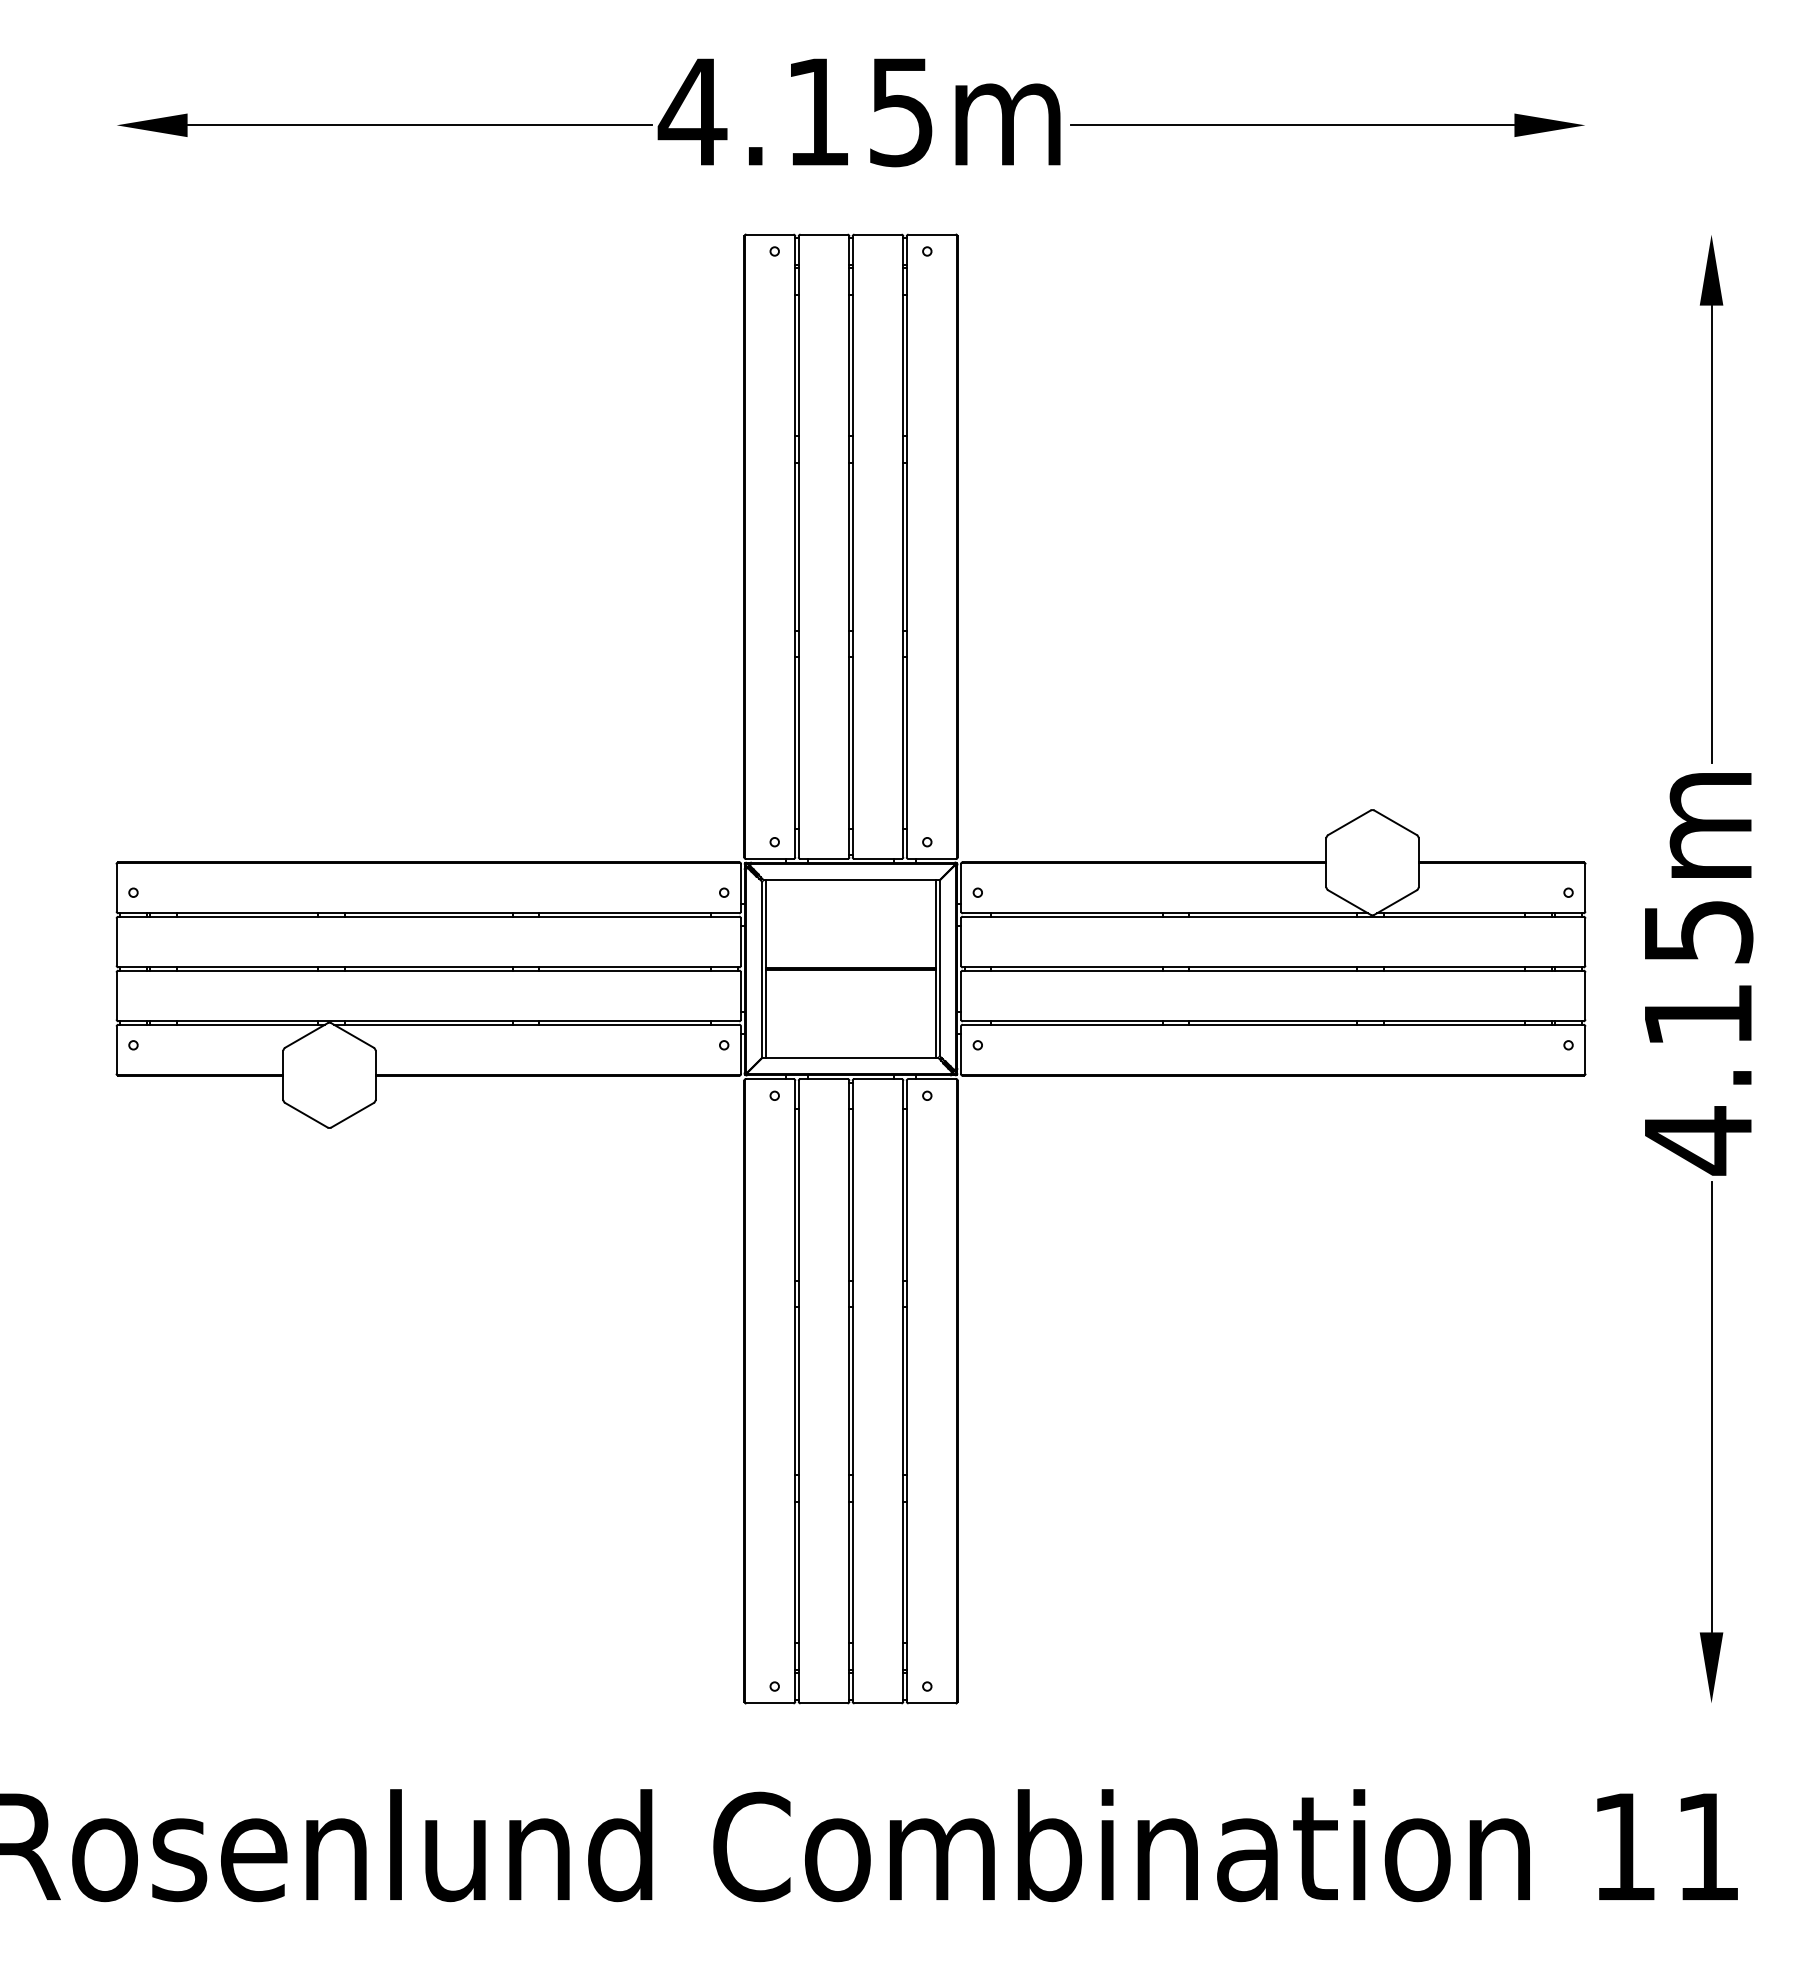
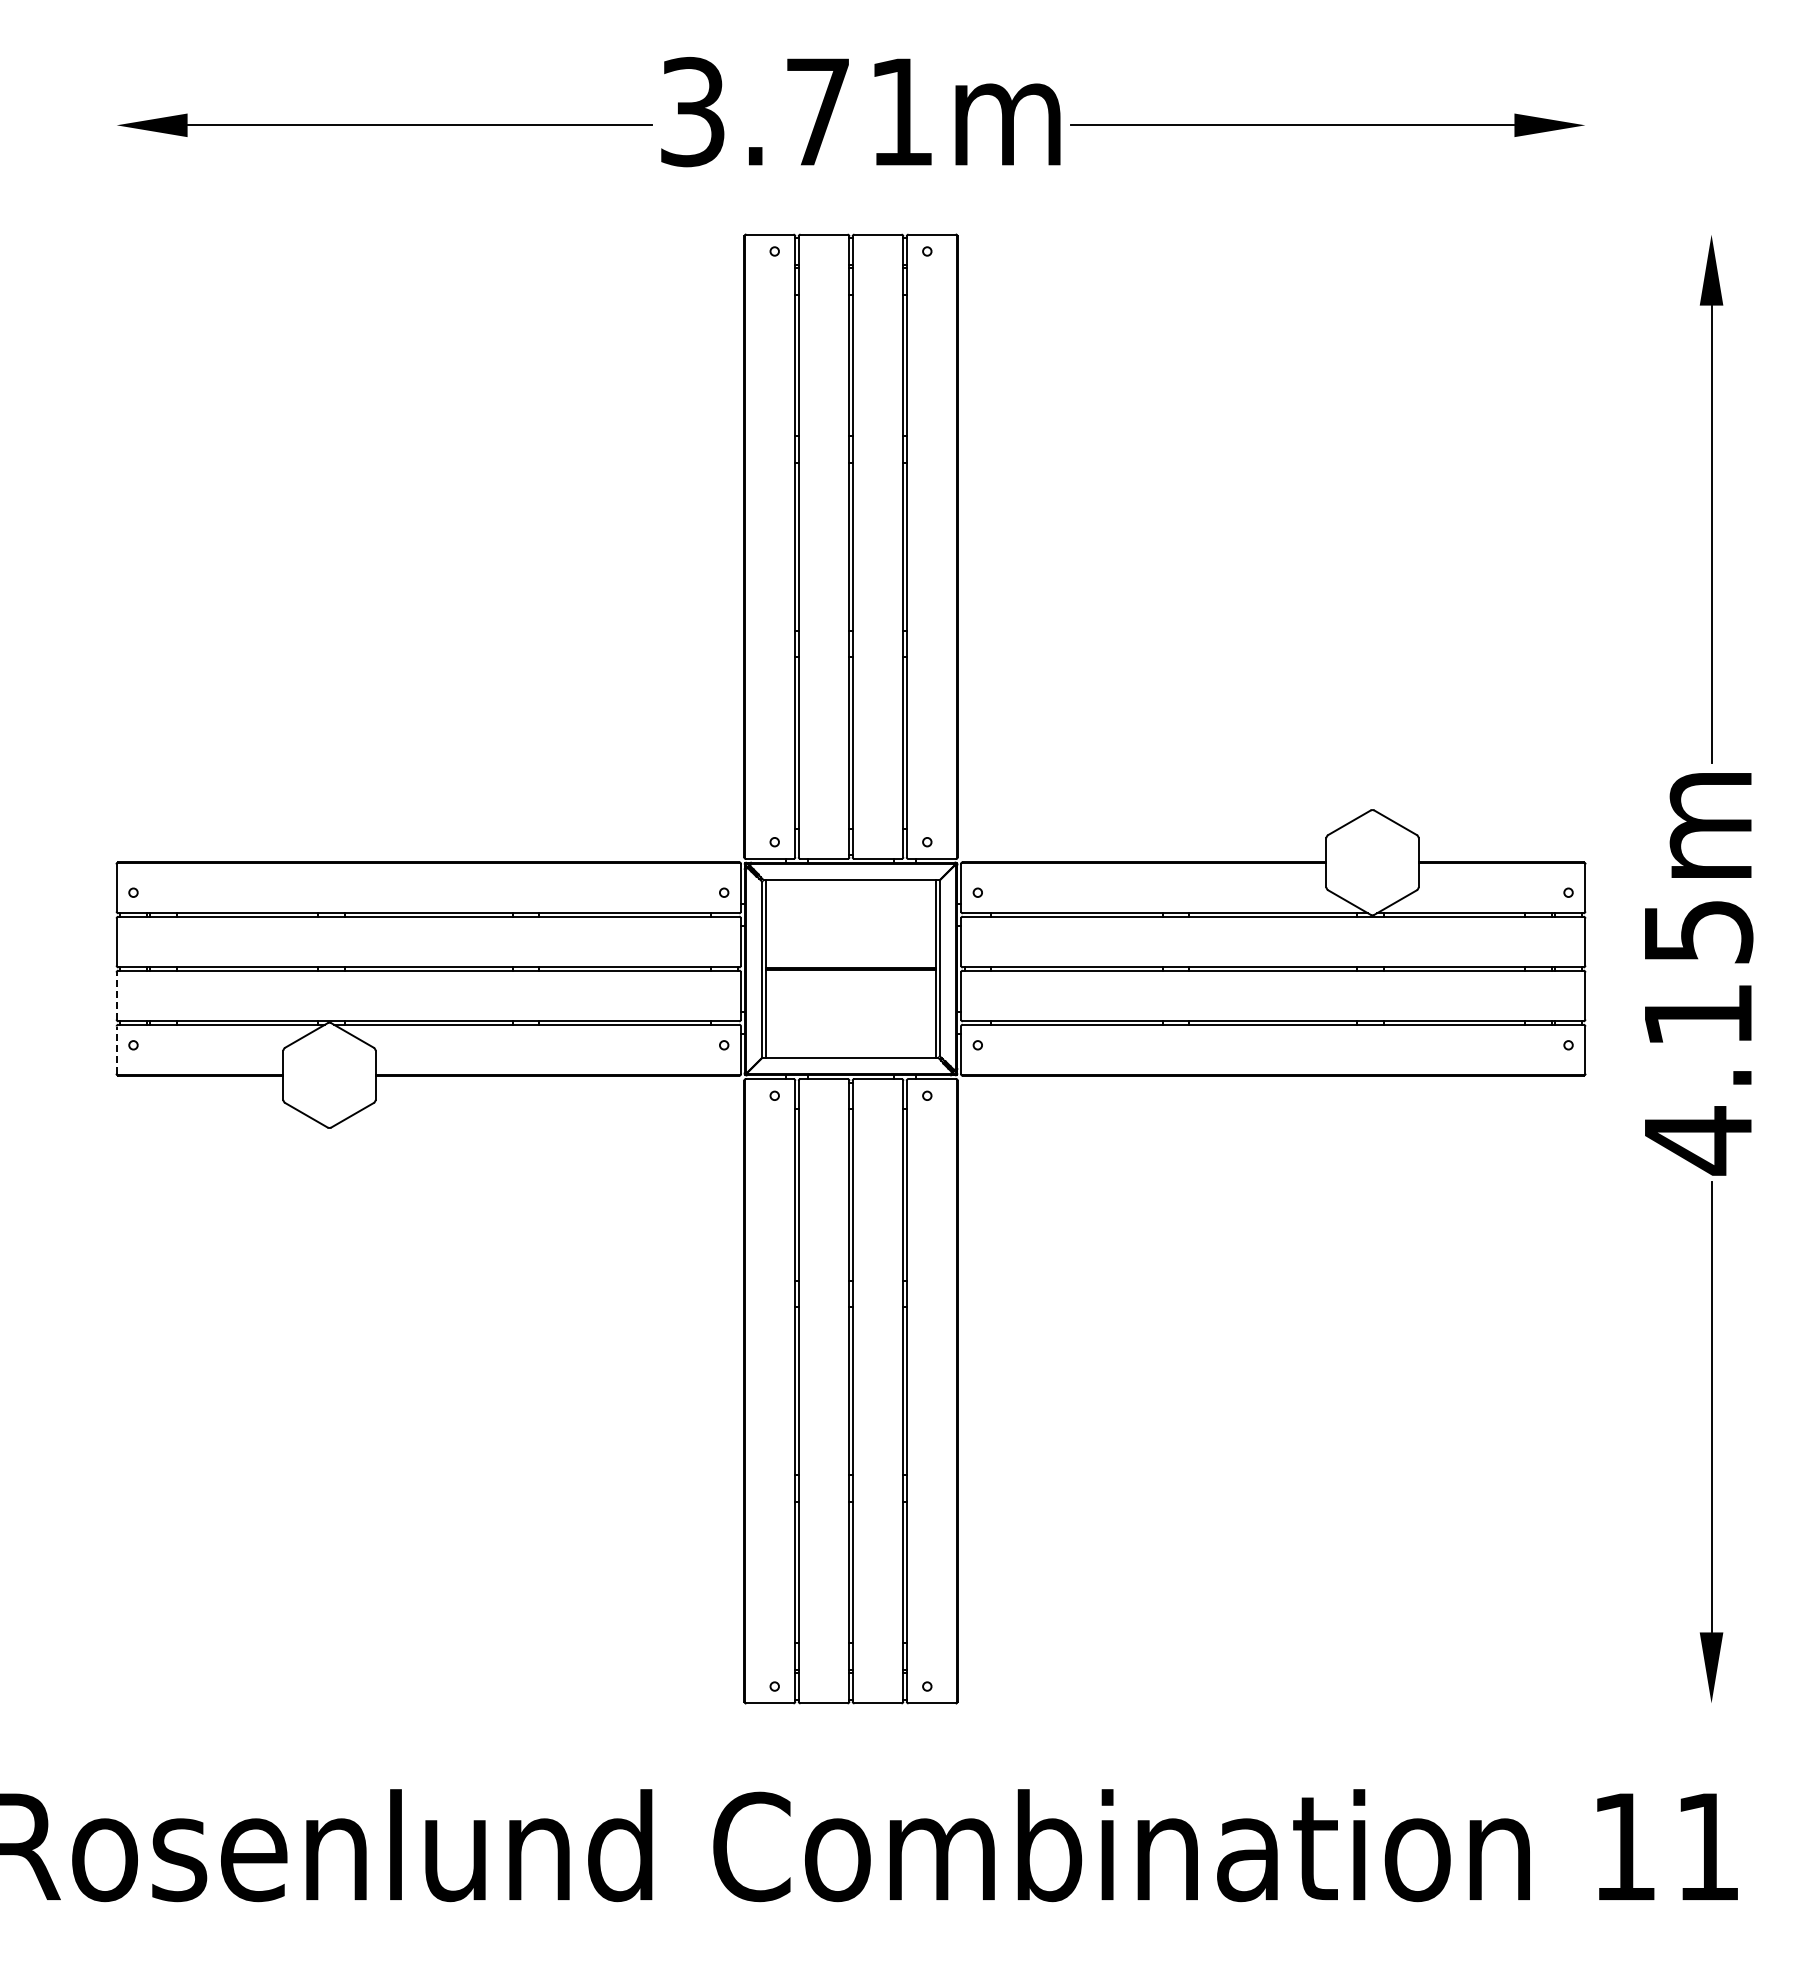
text at (794, 112): 4.15m -> 3.71m
line at (116, 995): solid -> dashed
line at (116, 1050): solid -> dashed
